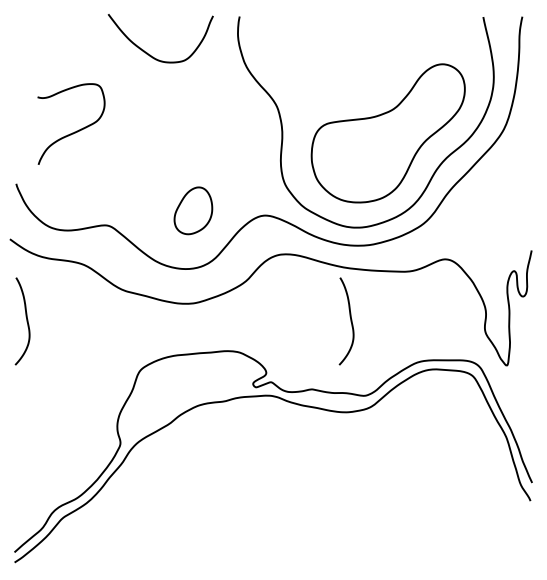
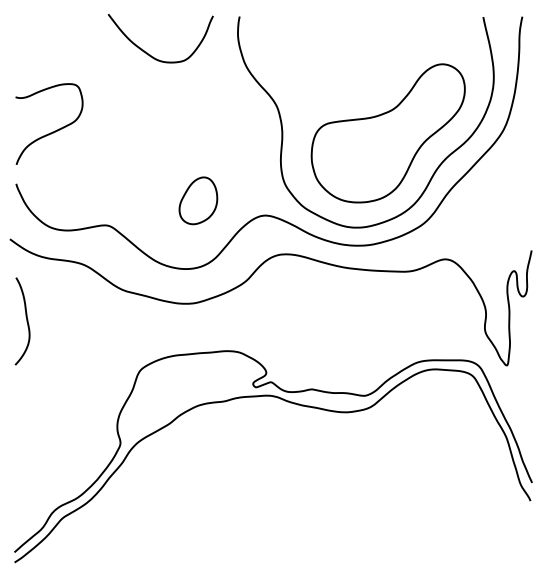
curve at (74, 131) position: (74, 131) -> (52, 131)
part at (193, 210) position: (193, 210) -> (198, 200)
curve at (350, 321): present -> none
